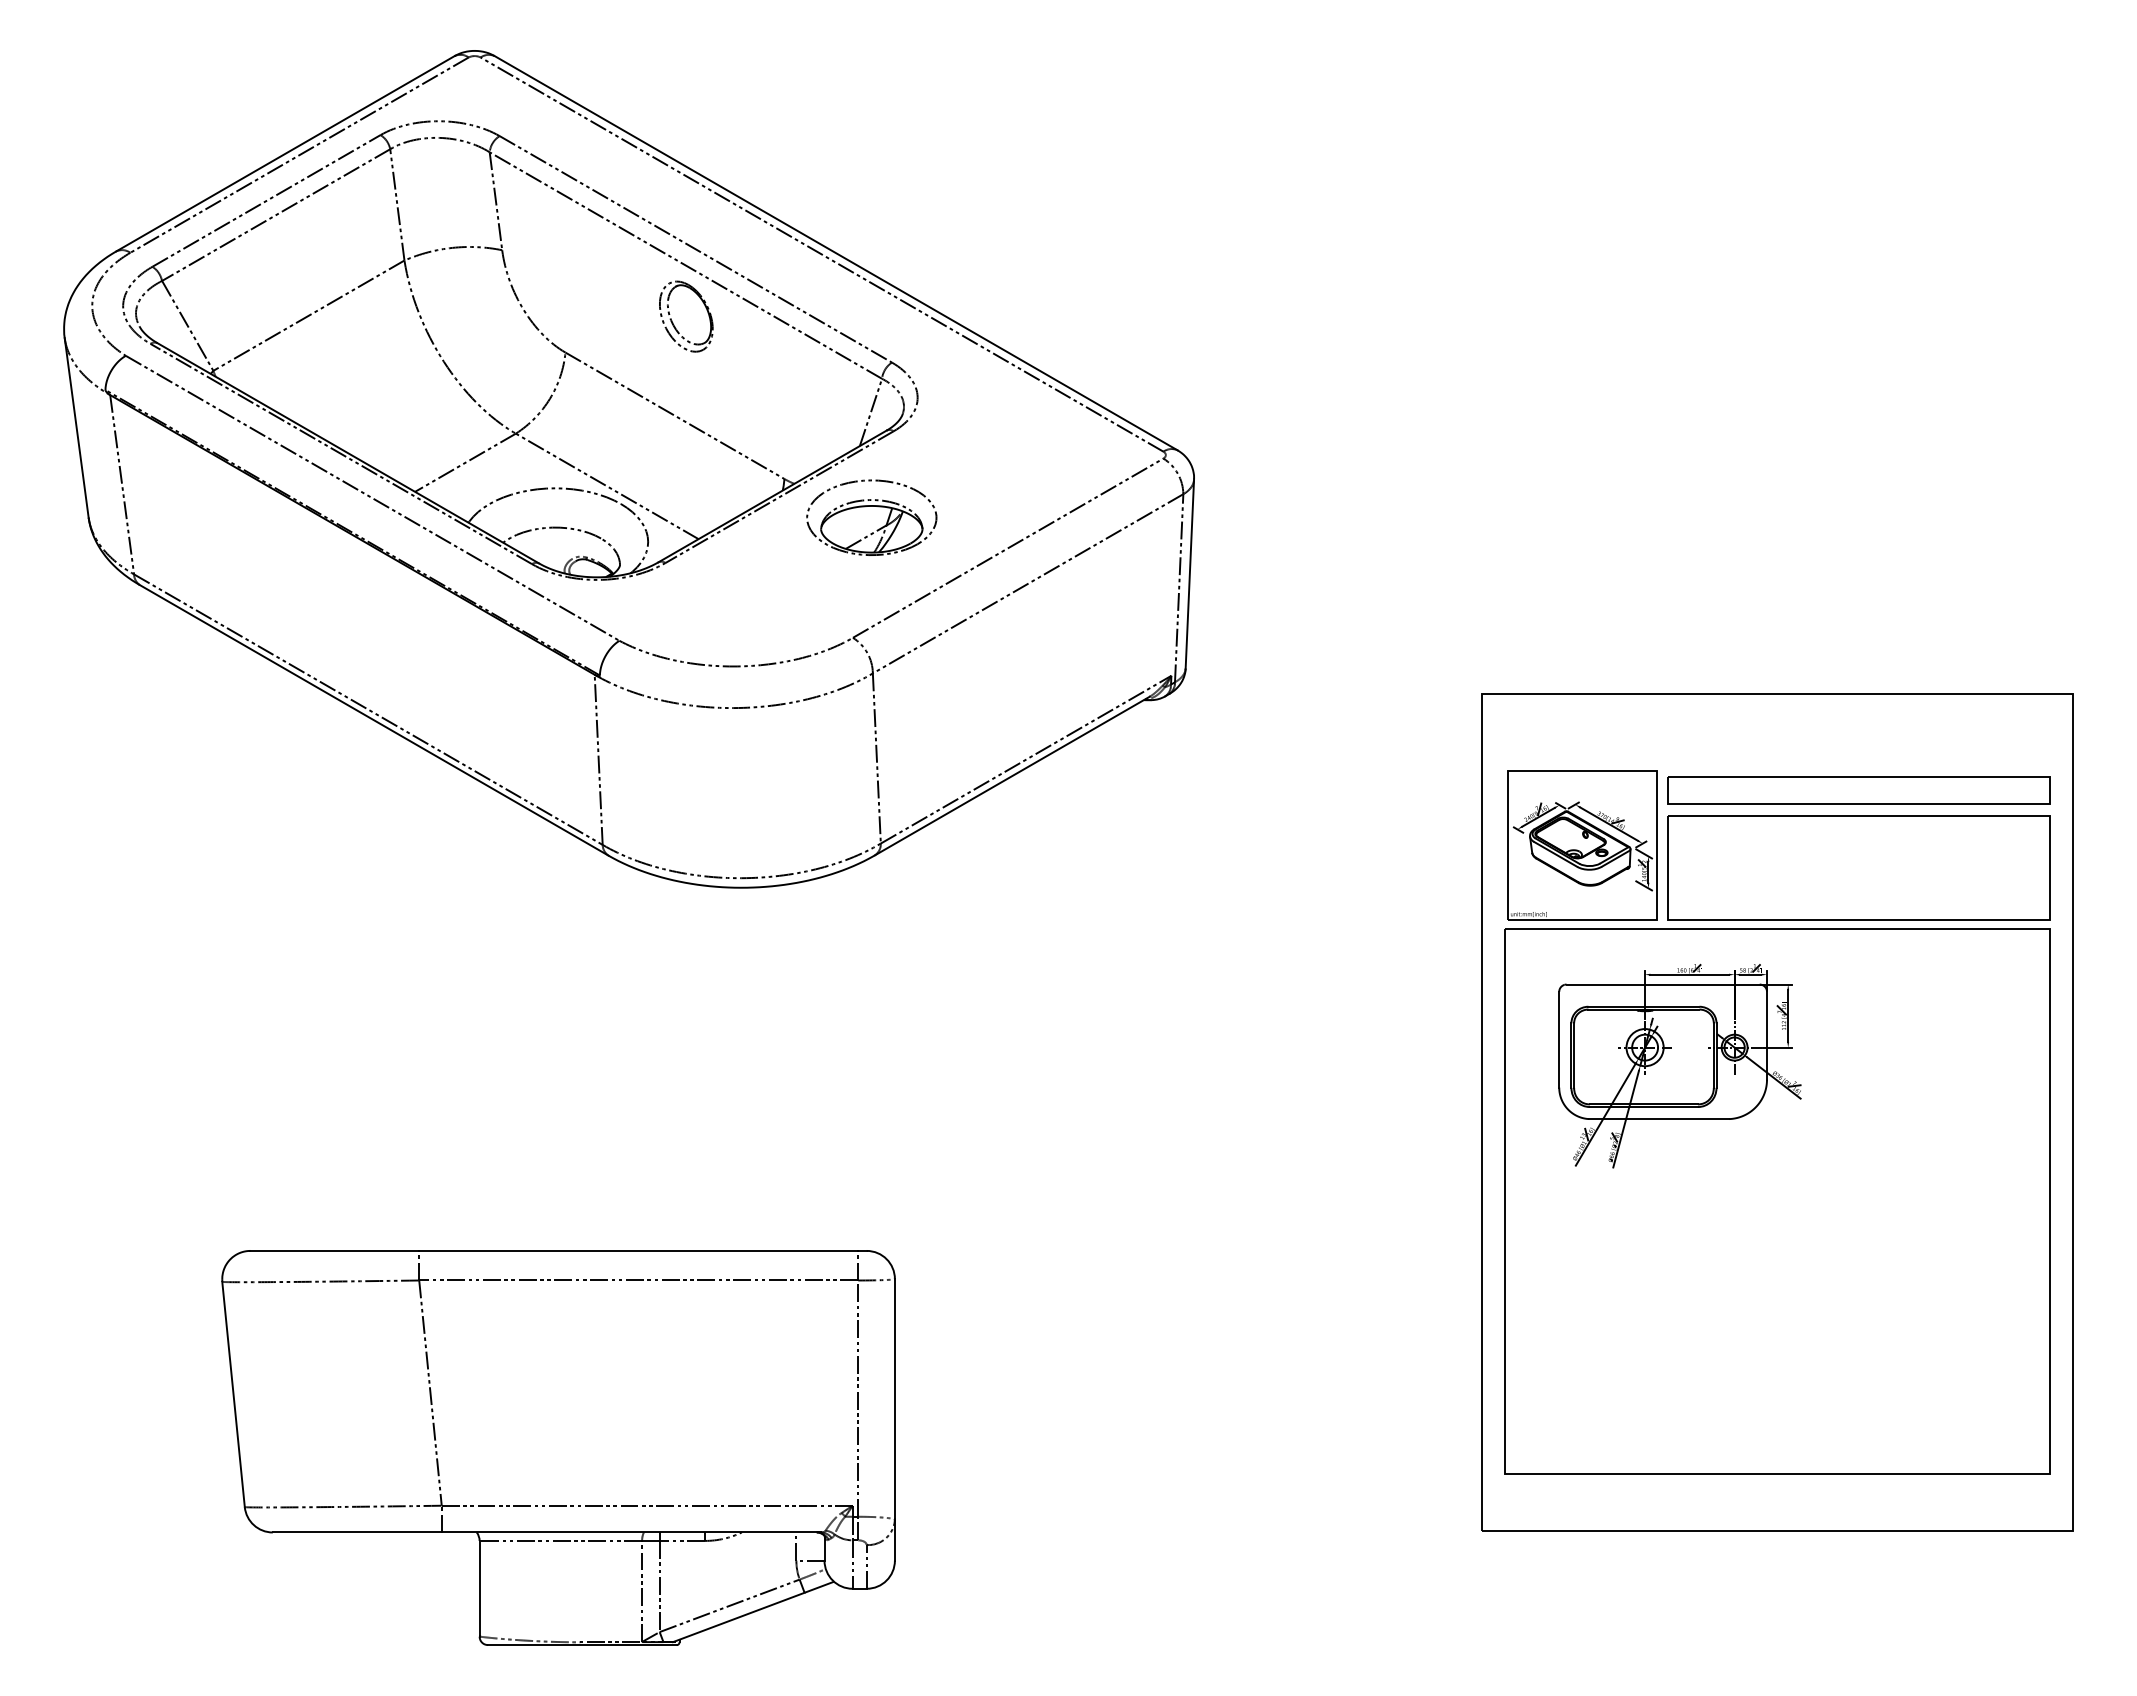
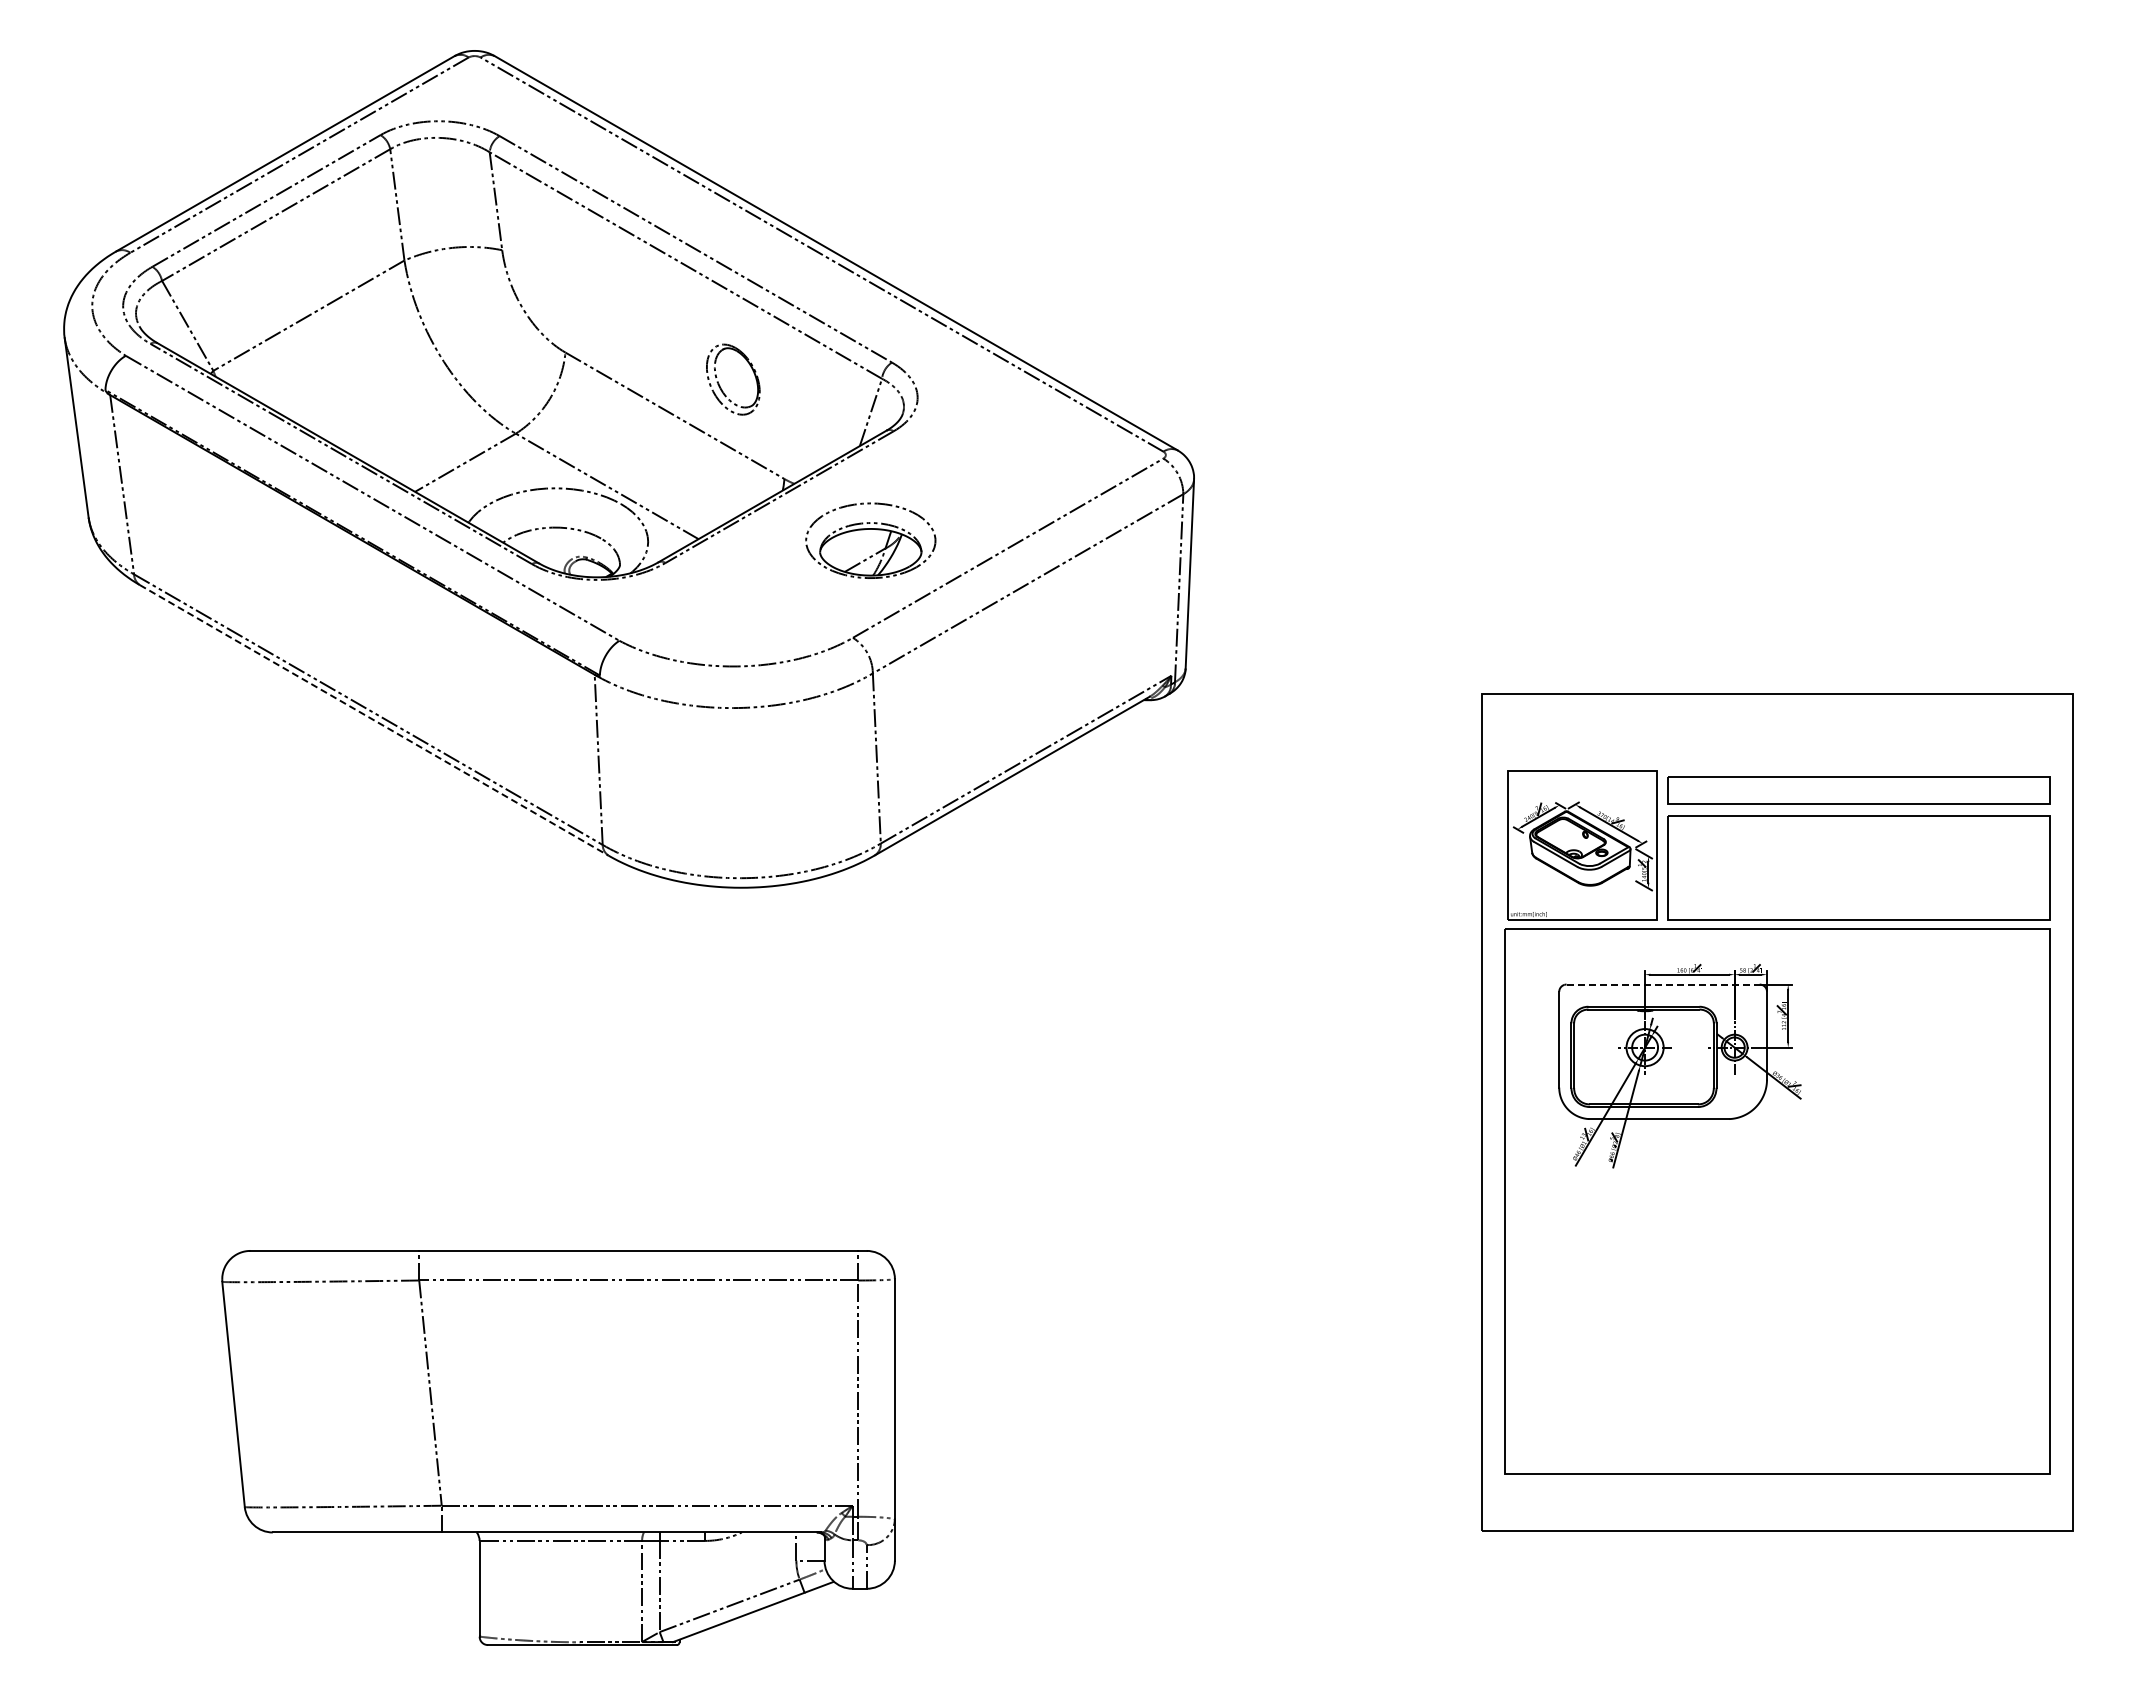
part at (673, 322) position: (673, 322) -> (720, 385)
part at (871, 517) position: (871, 517) -> (870, 540)
line at (374, 720): solid -> dashed
line at (1663, 984): solid -> dashed
